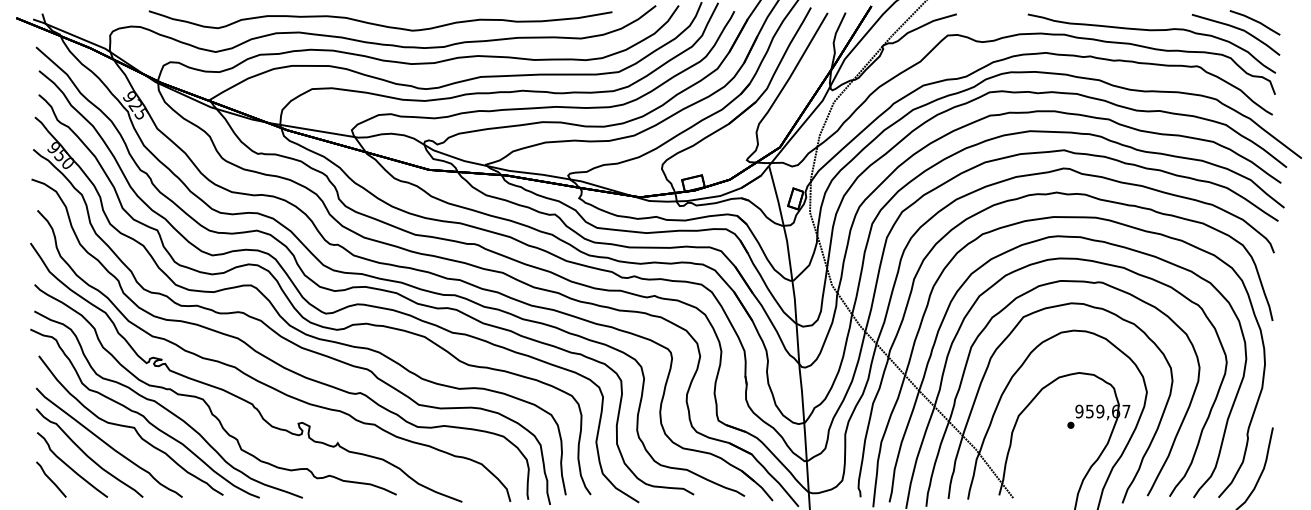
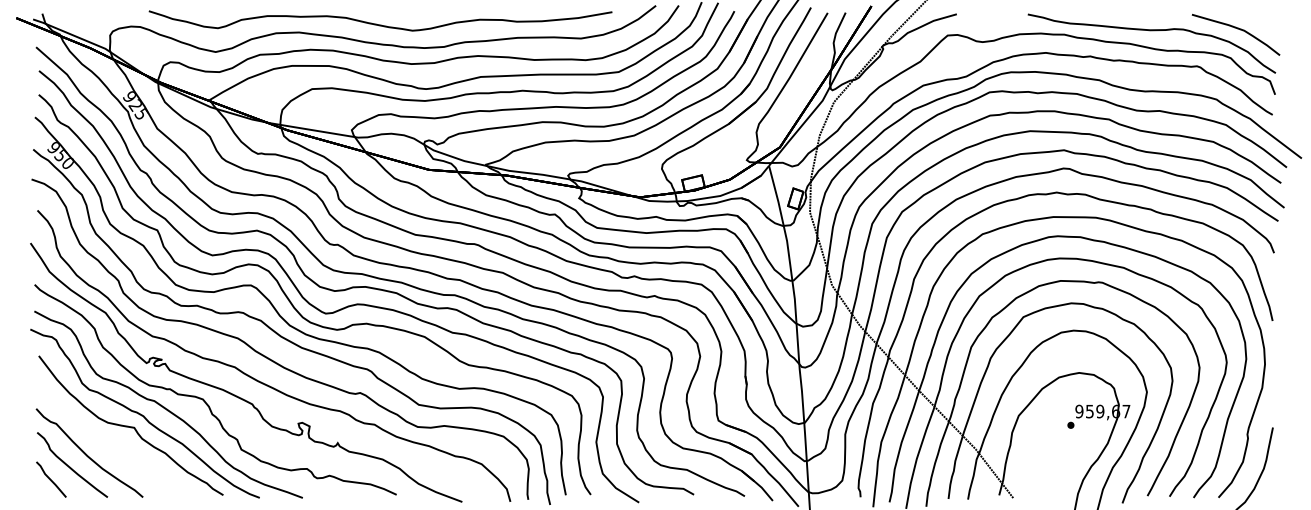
part at (1254, 22): present -> none
part at (108, 442): present -> none
